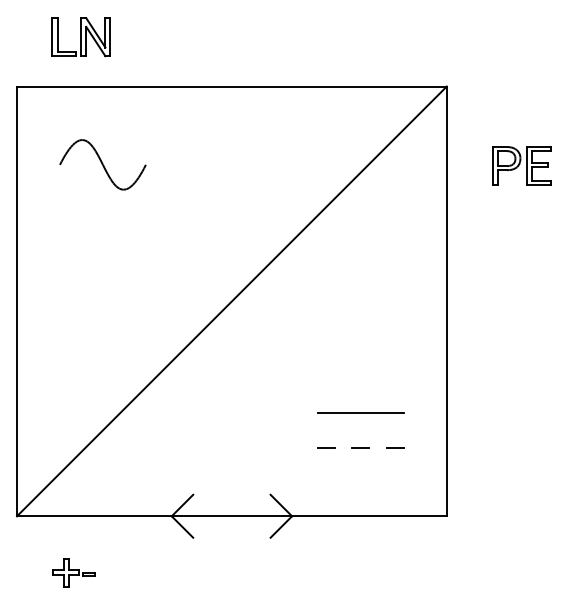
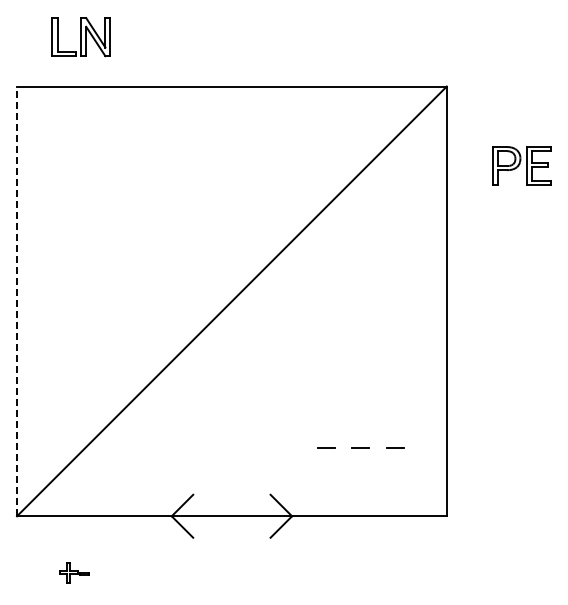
part at (102, 164): present -> none
line at (17, 301): solid -> dashed
line at (360, 413): present -> none
part at (73, 572) size: 44x30 px -> 31x22 px
